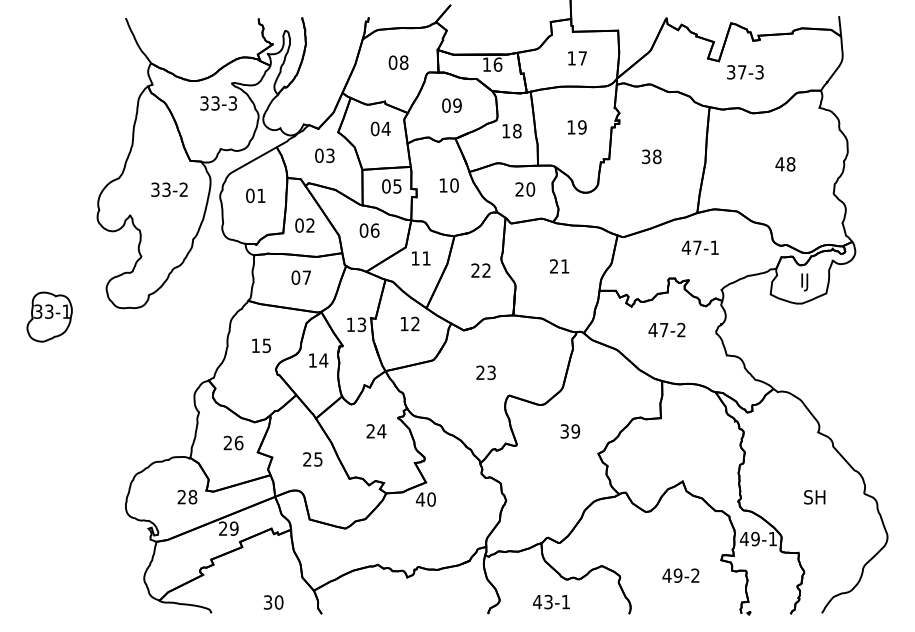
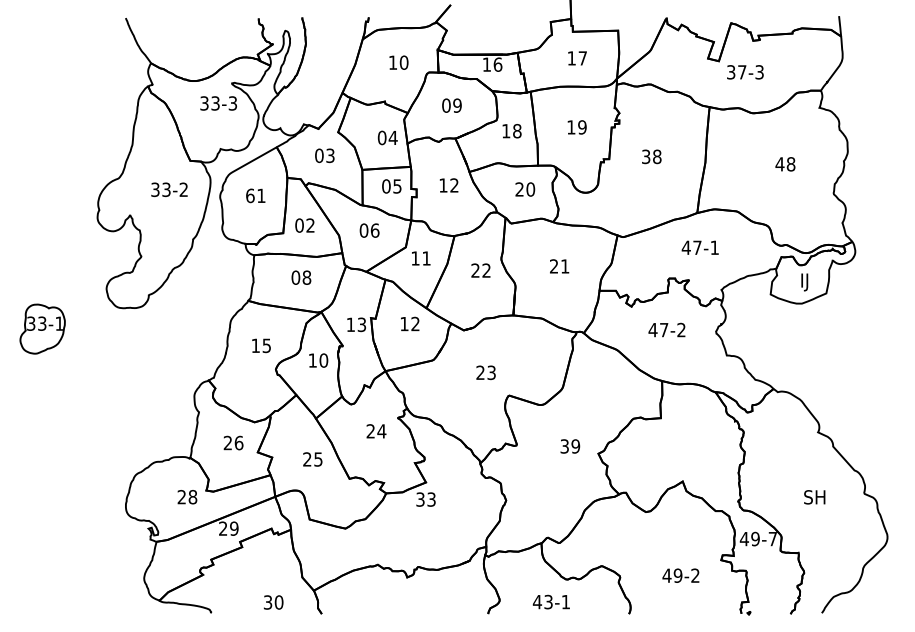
text at (398, 62): 08 -> 10
text at (380, 128) position: (380, 128) -> (387, 137)
text at (454, 185): 10 -> 12
text at (250, 195): 01 -> 61
text at (306, 277): 07 -> 08
part at (49, 316) position: (49, 316) -> (42, 328)
text at (323, 360): 14 -> 10
text at (570, 431) position: (570, 431) -> (570, 446)
text at (425, 499): 40 -> 33
text at (772, 539): 49-1 -> 49-7
